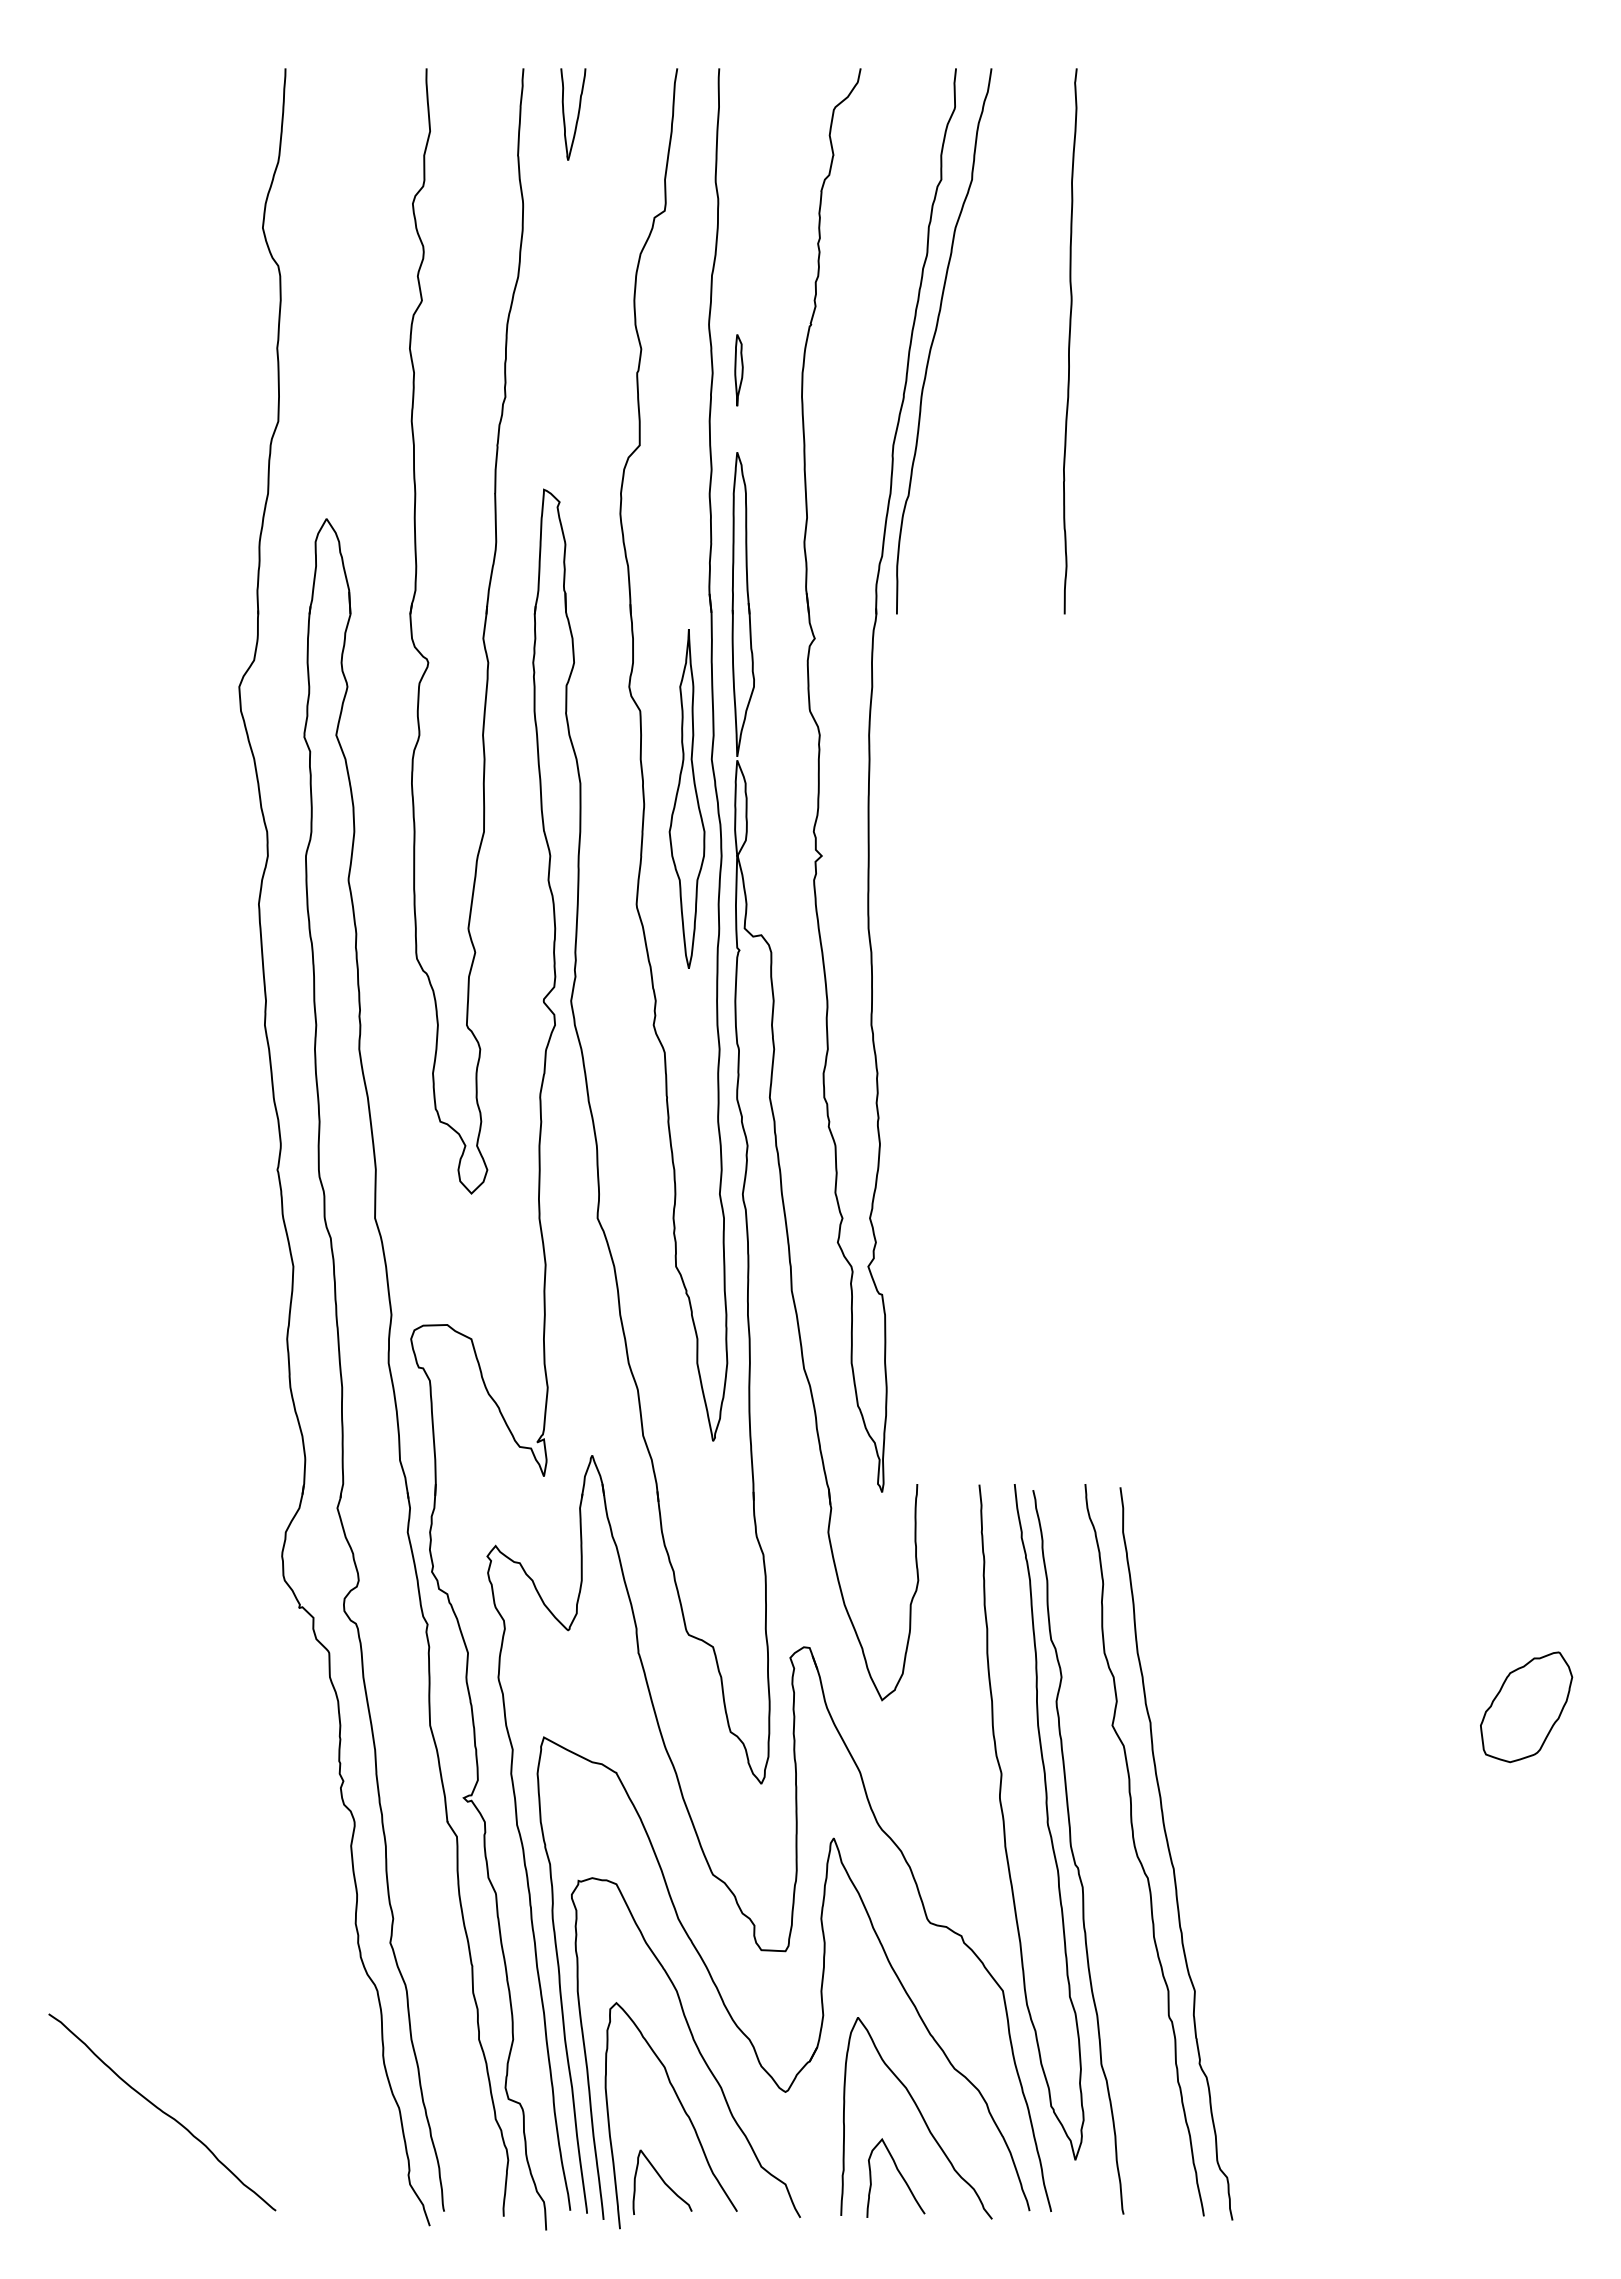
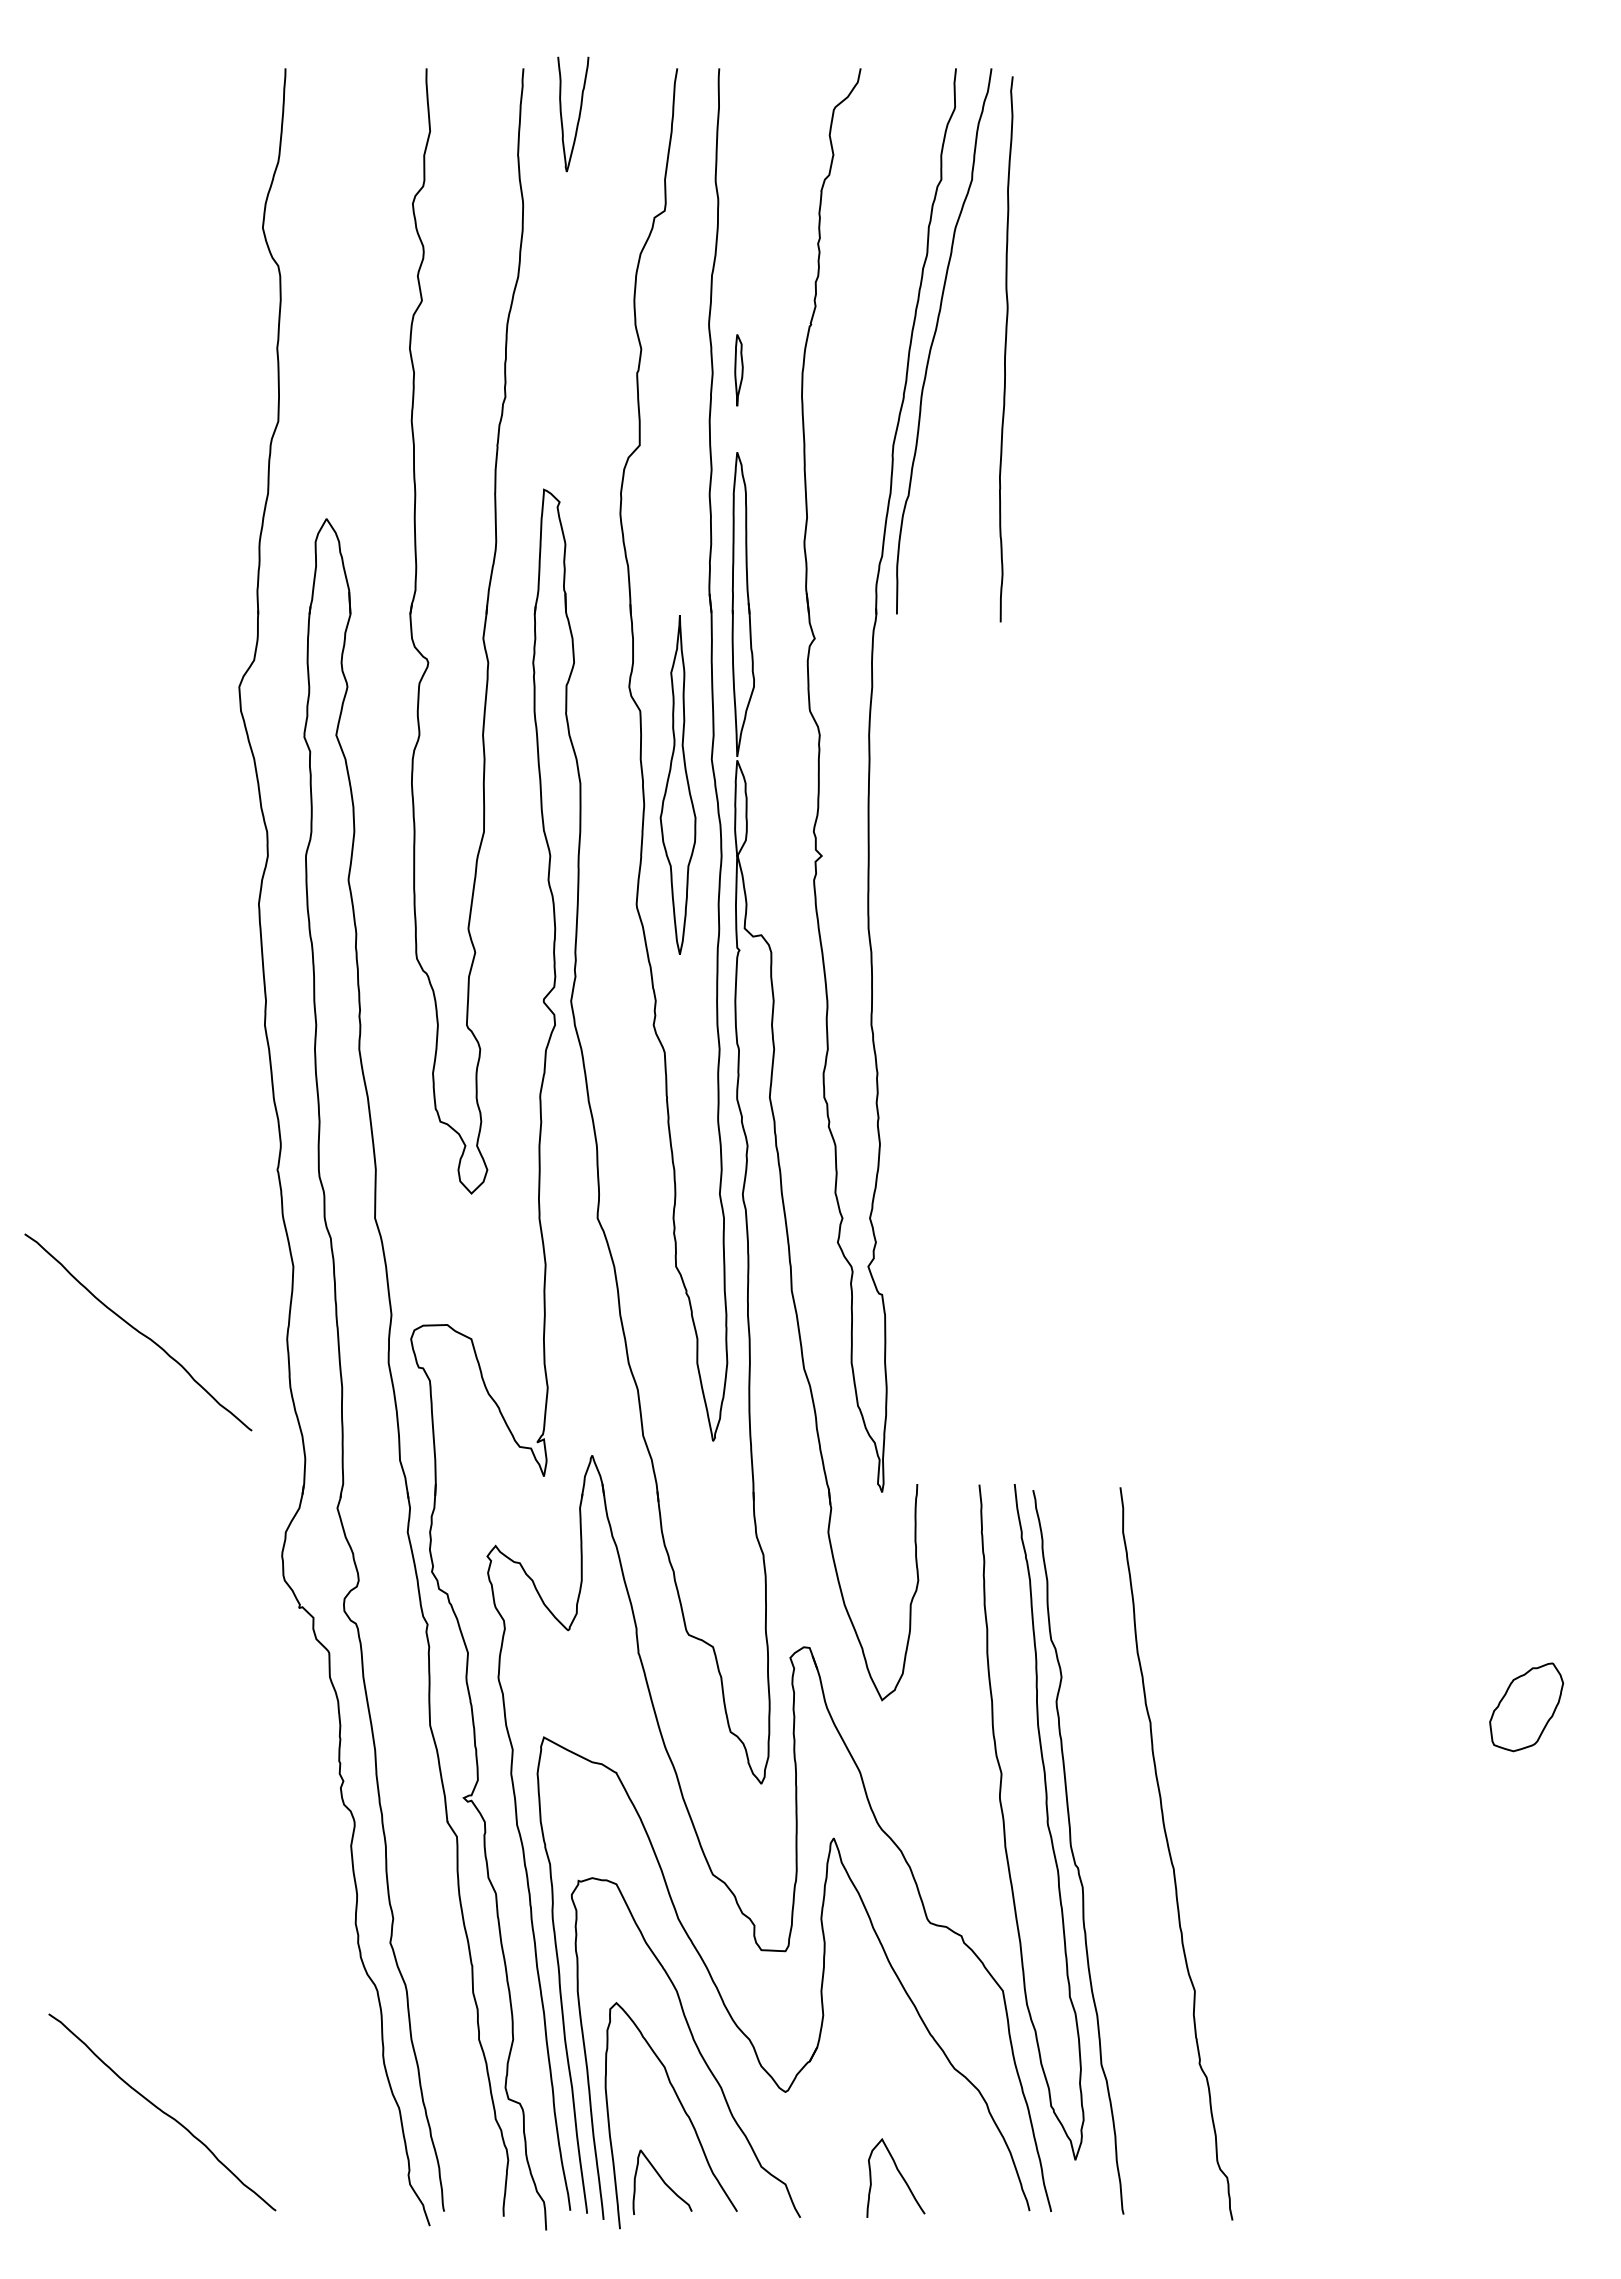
part at (573, 114) size: 27x93 px -> 33x117 px
curve at (1070, 341) position: (1070, 341) -> (1006, 349)
part at (686, 798) position: (686, 798) -> (677, 784)
curve at (138, 1332): none -> present
part at (1526, 1707) size: 94x113 px -> 76x91 px
curve at (1137, 1851): present -> none
curve at (920, 2115): present -> none
